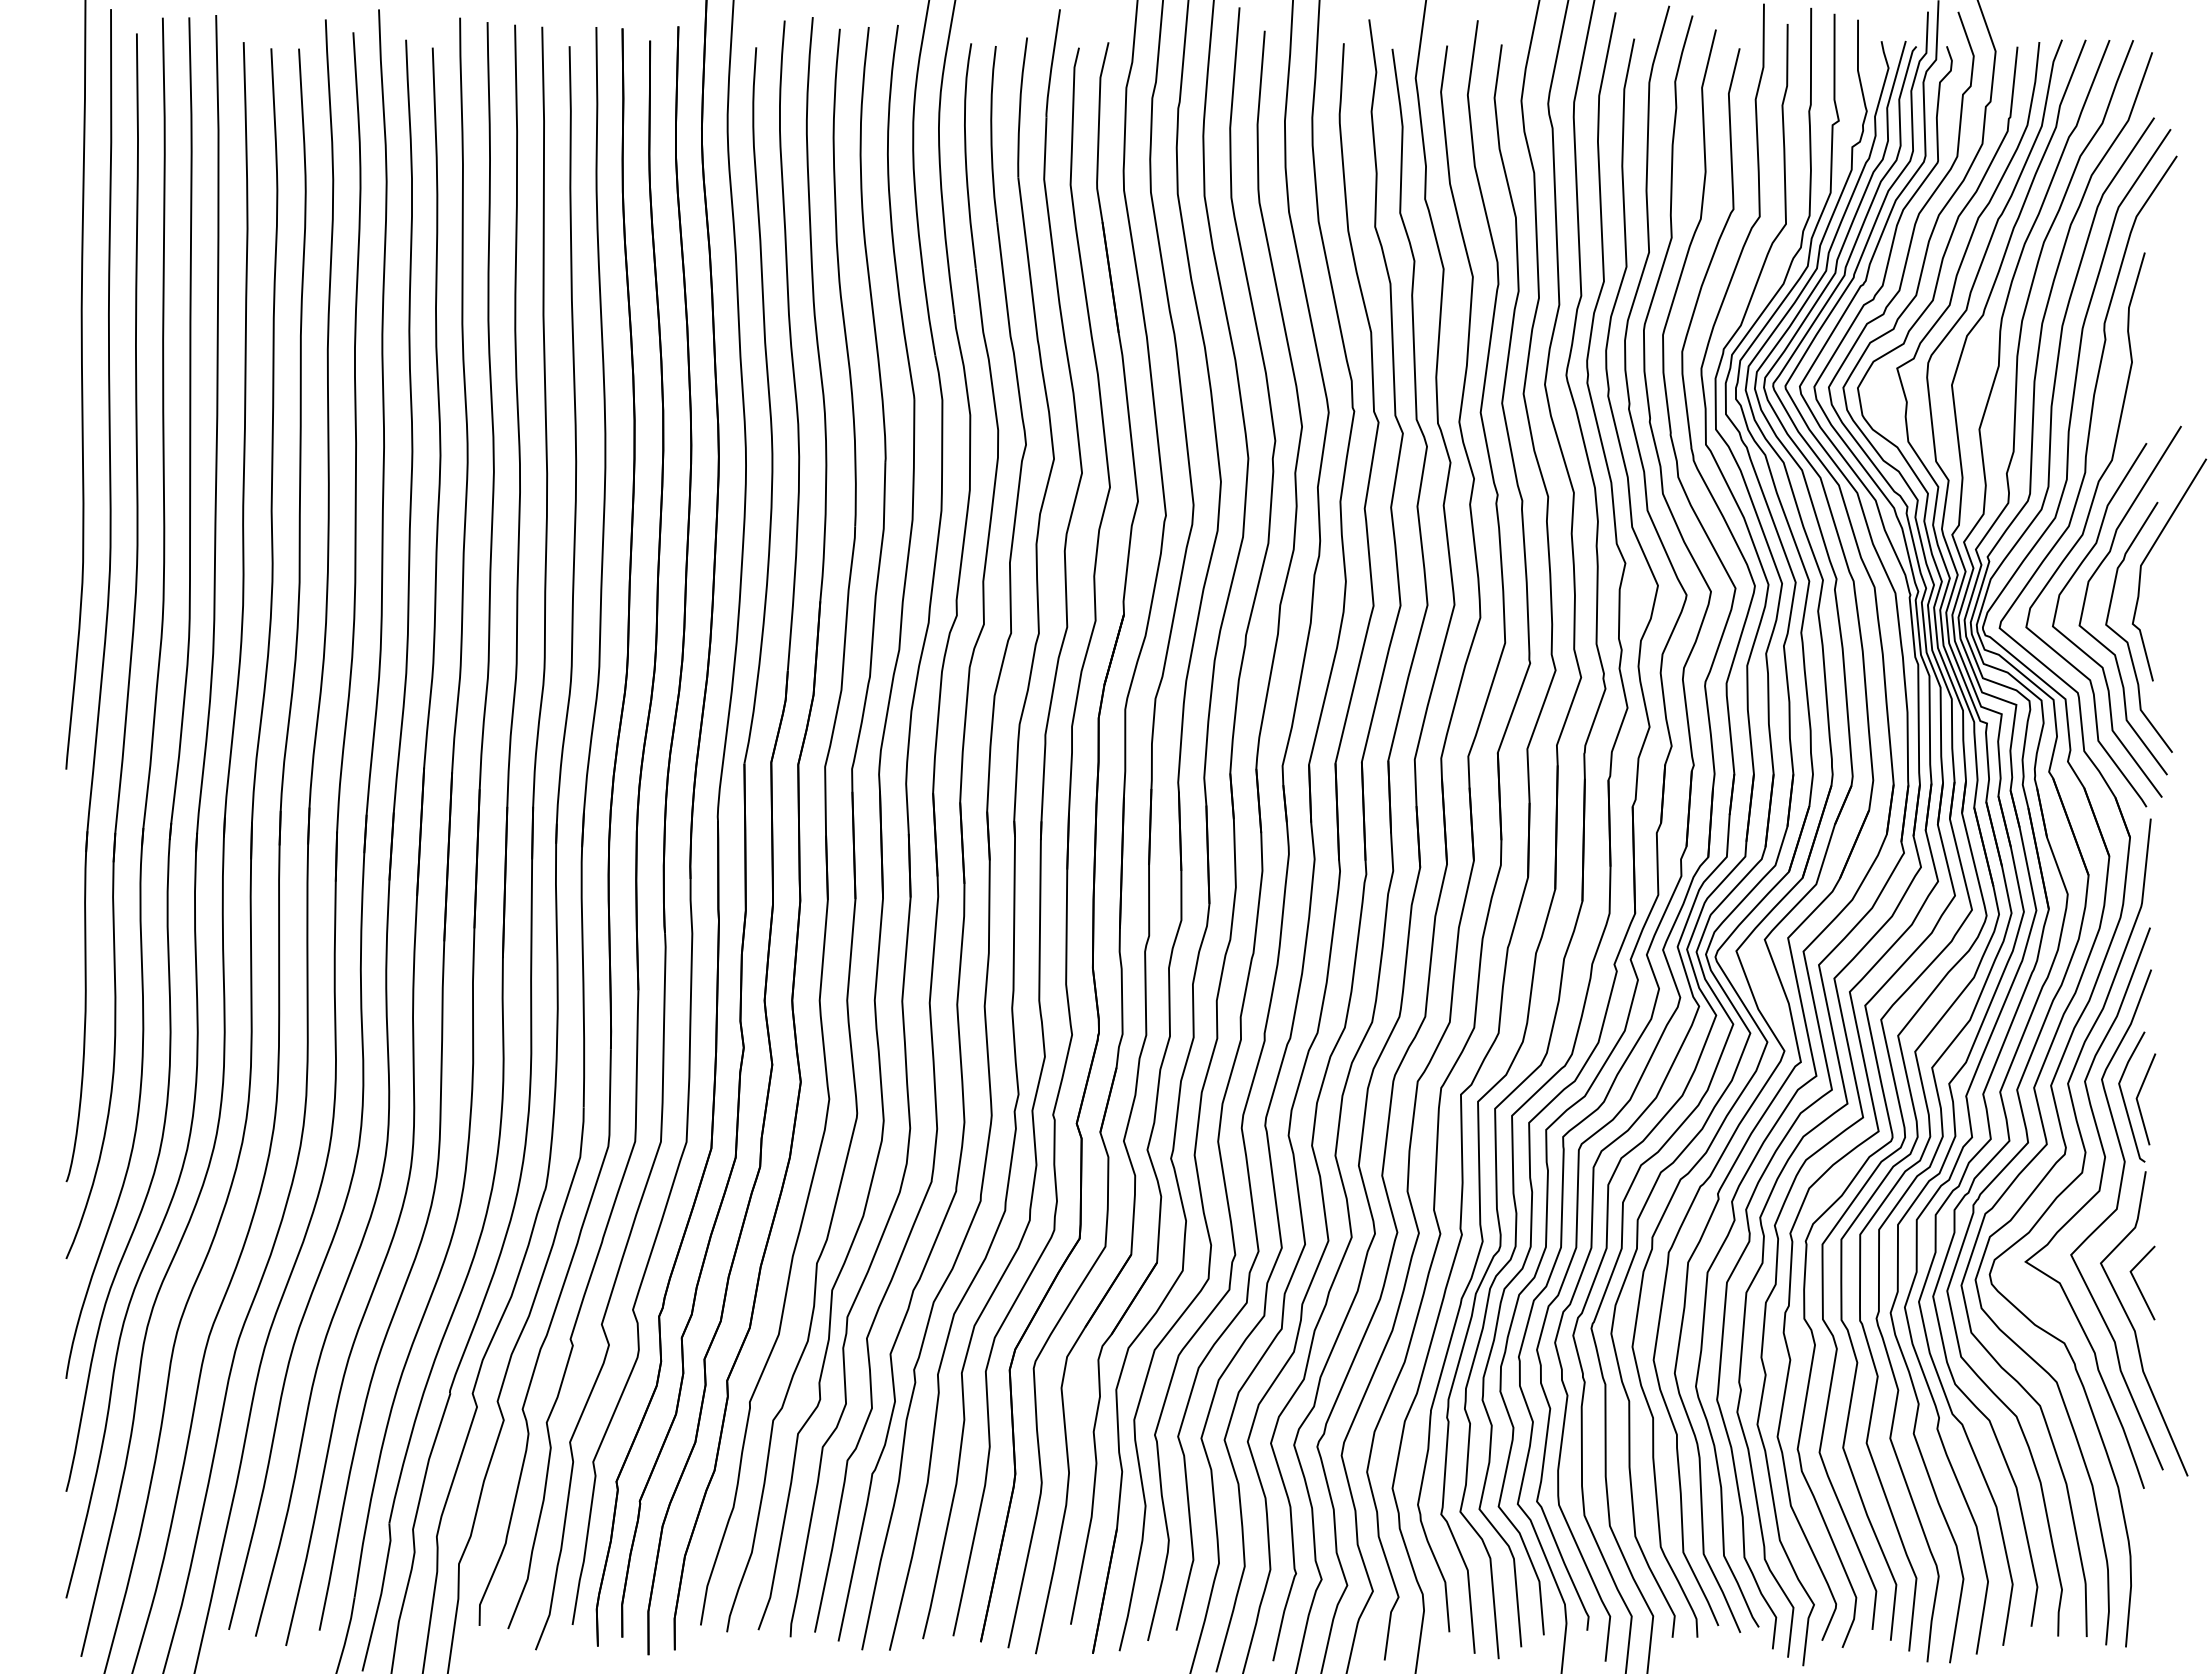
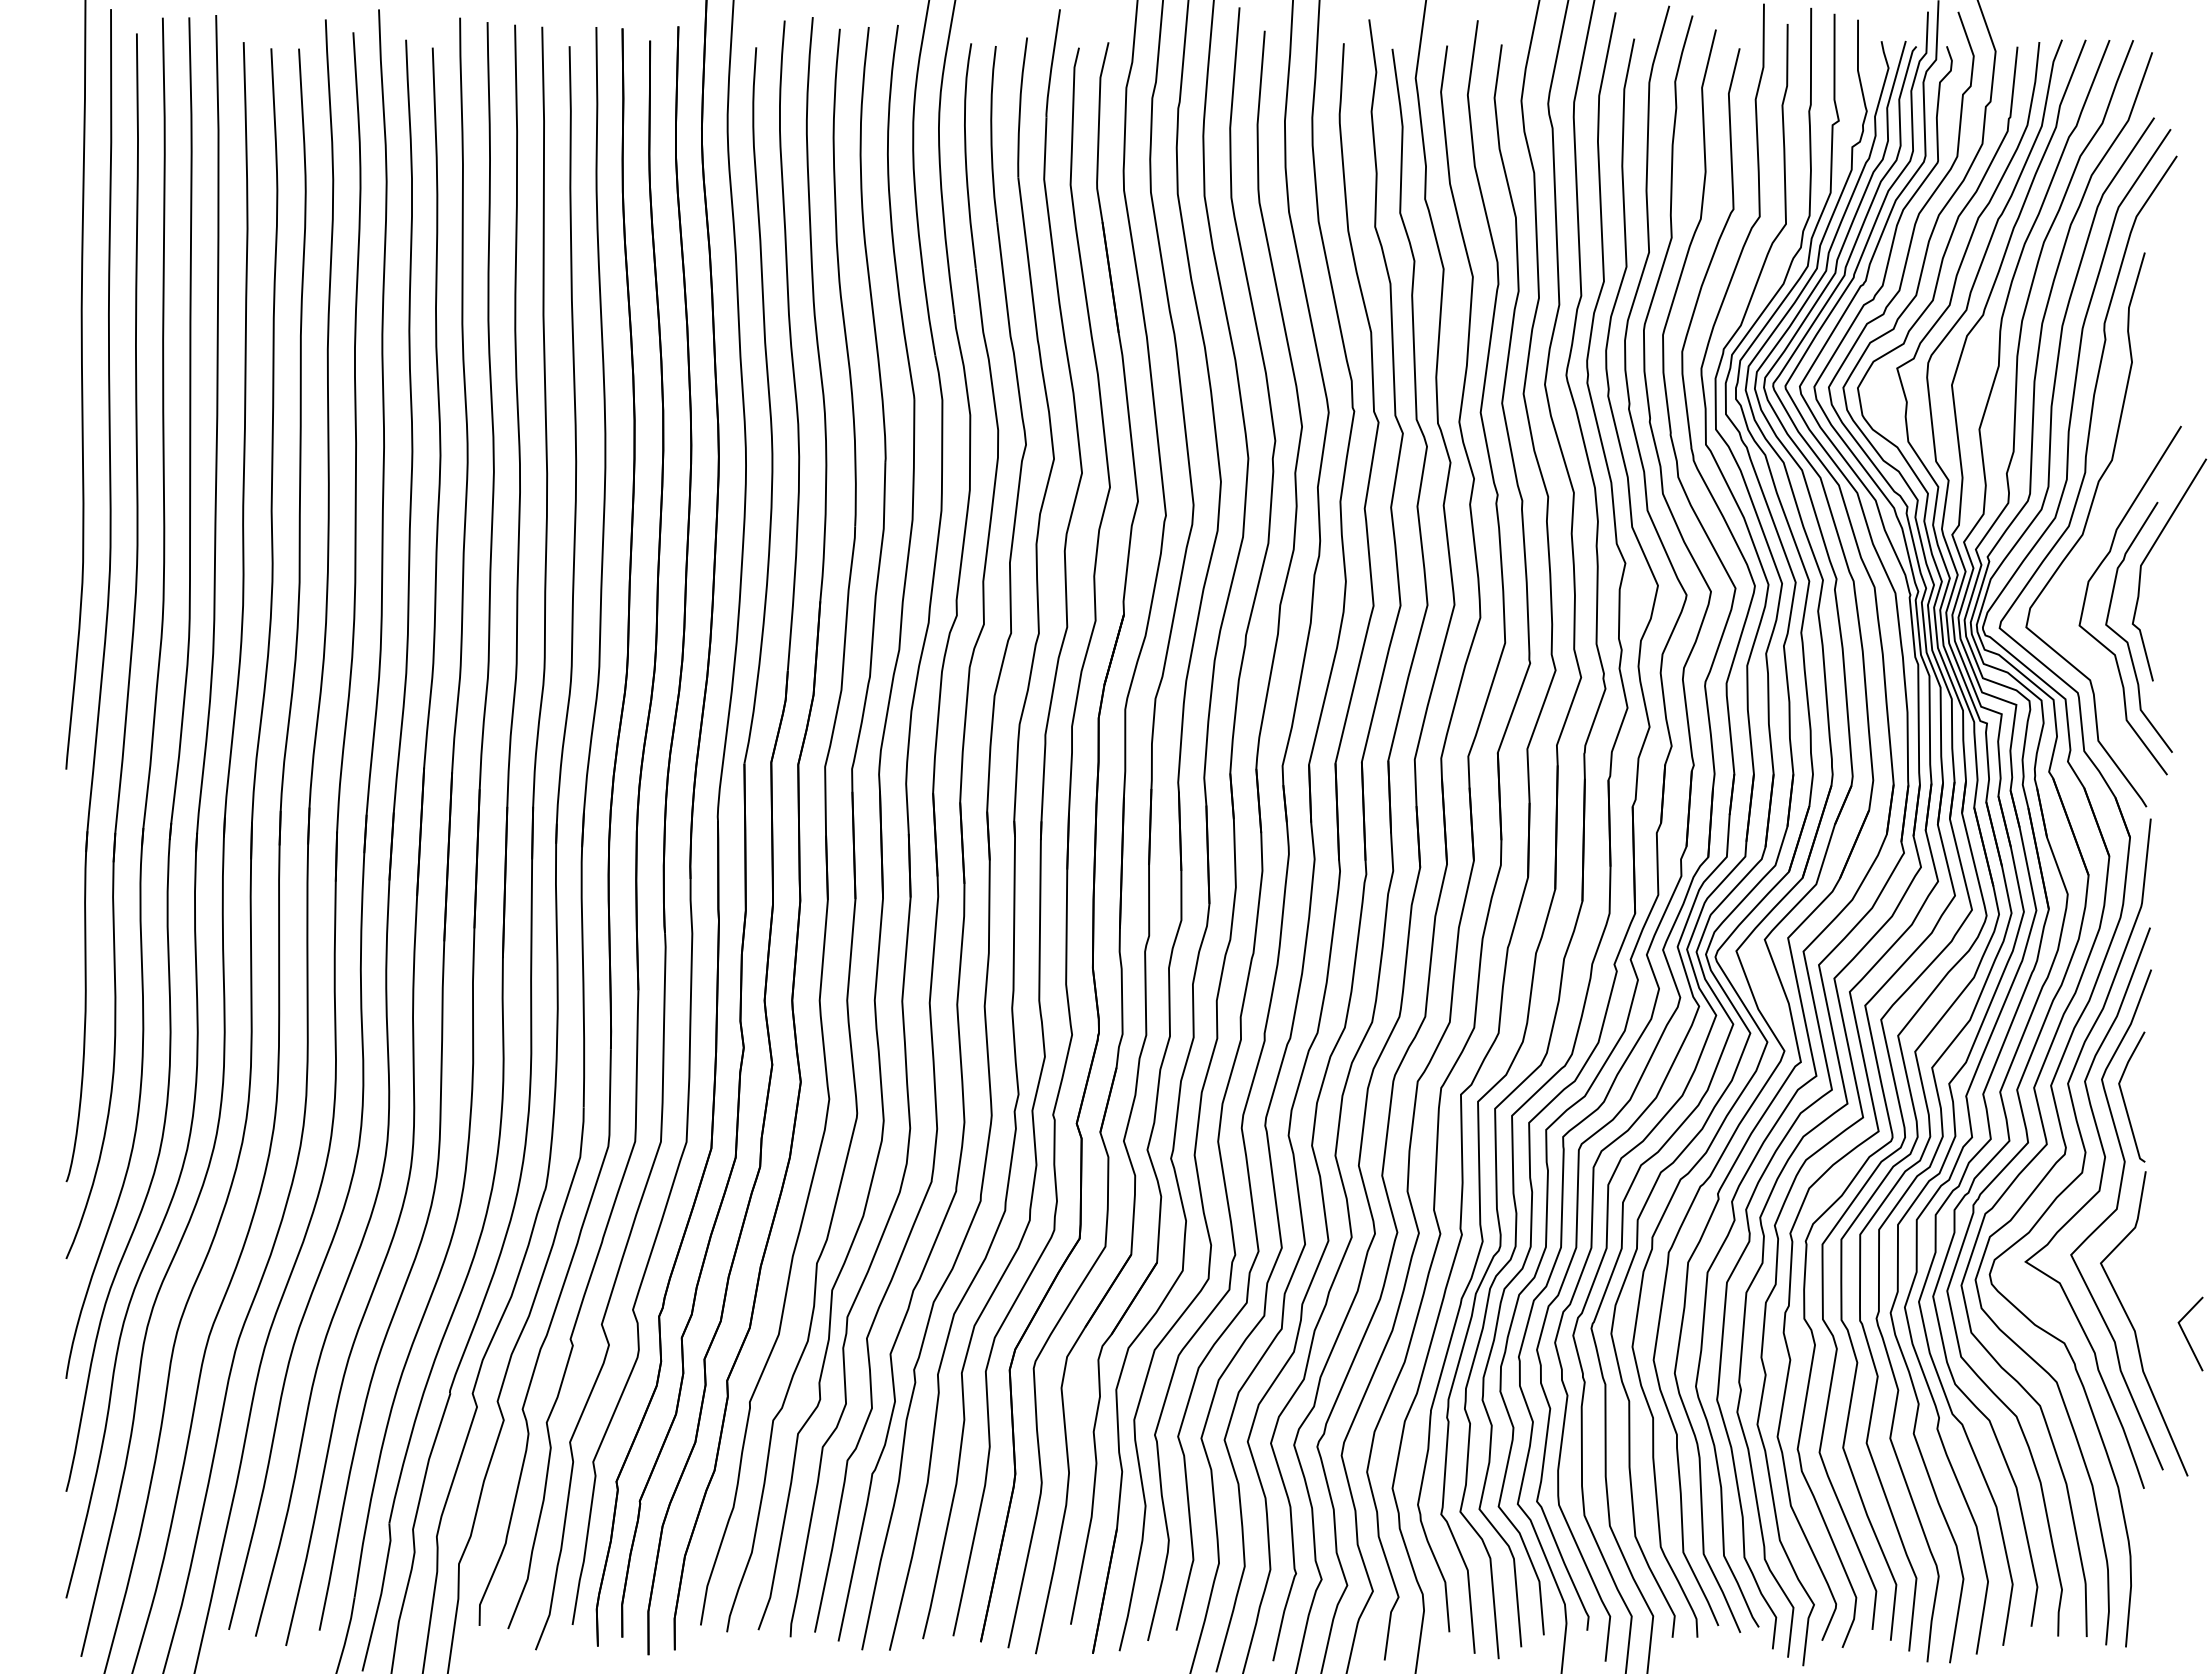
curve at (2081, 648): present -> none
line at (2138, 1100): present -> none
line at (2138, 1284) position: (2138, 1284) -> (2186, 1335)
